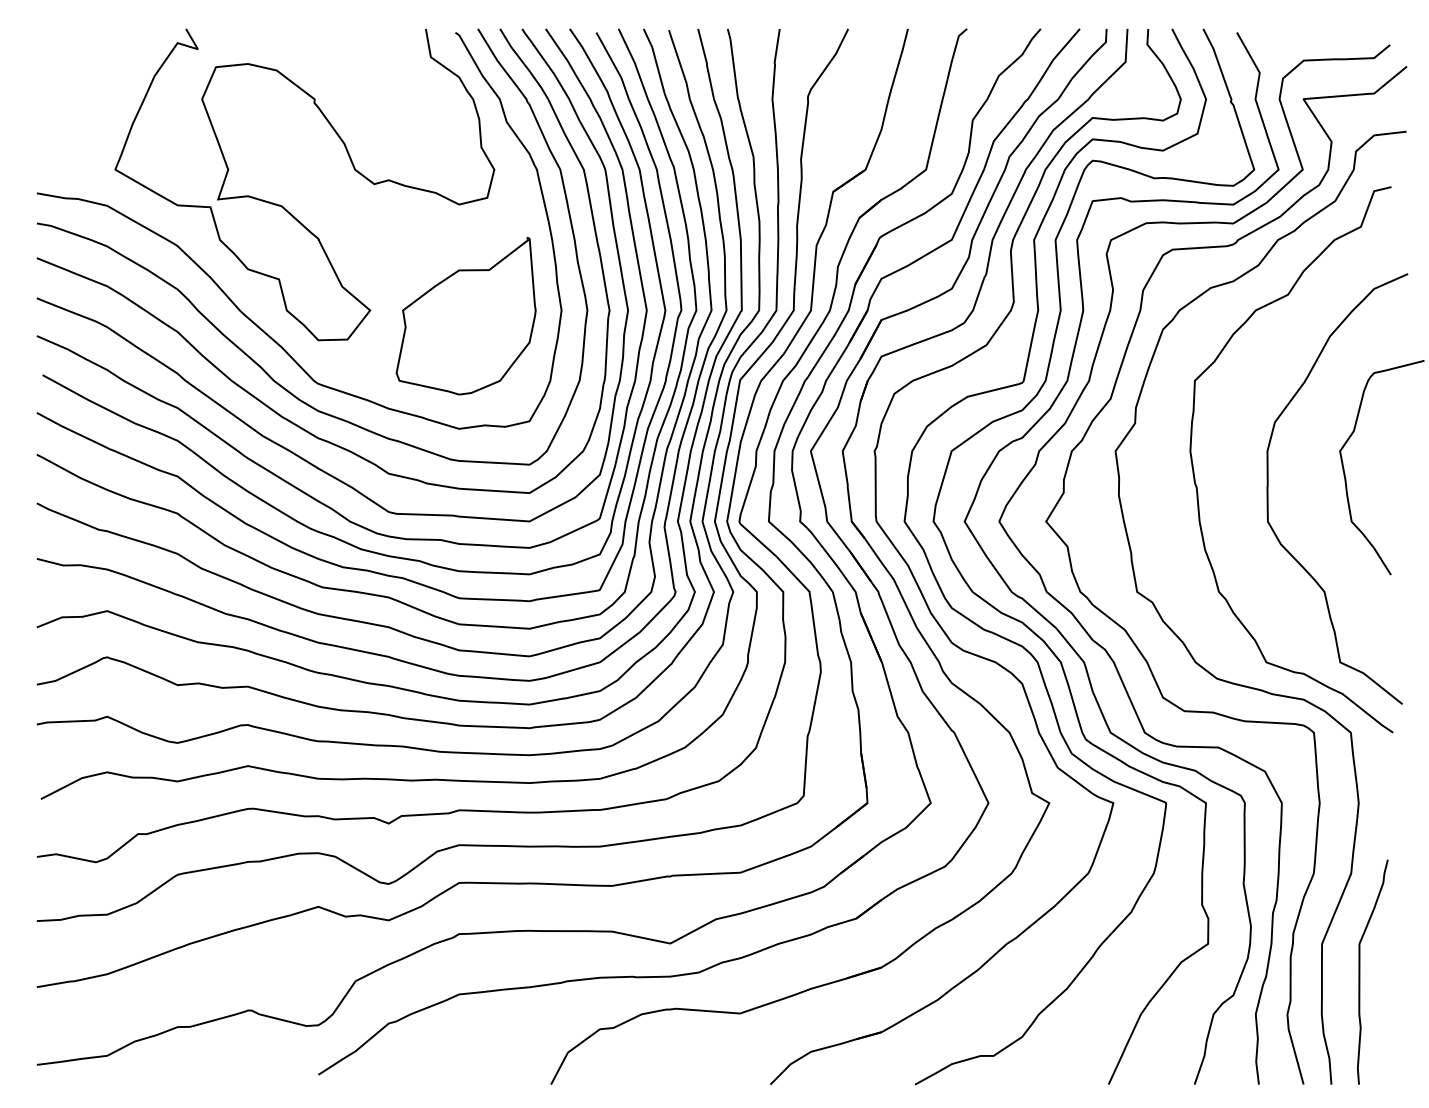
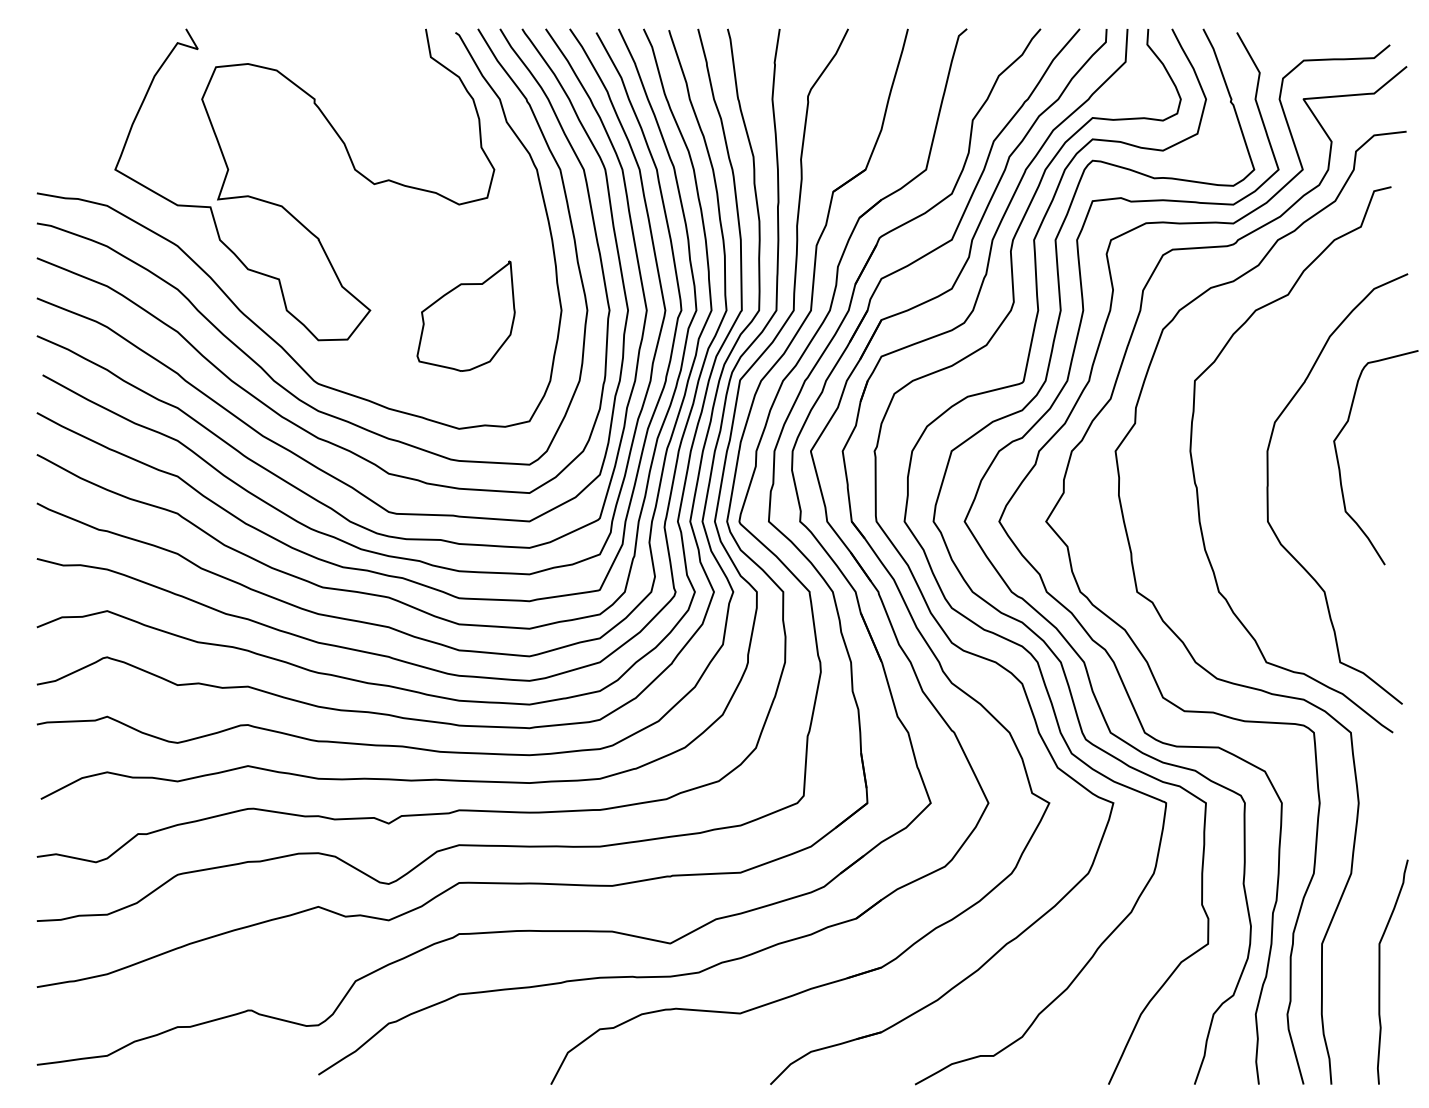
part at (465, 316) size: 142x159 px -> 100x112 px
curve at (1345, 473) position: (1345, 473) -> (1339, 463)
curve at (1360, 971) position: (1360, 971) -> (1380, 971)
